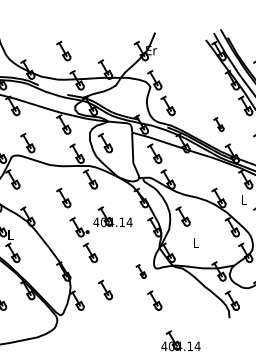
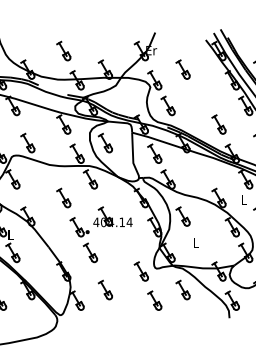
part at (182, 69): none -> present
part at (218, 124) size: 12x15 px -> 16x21 px
part at (140, 271) size: 12x15 px -> 16x21 px
part at (182, 289): none -> present
part at (180, 340): present -> none
